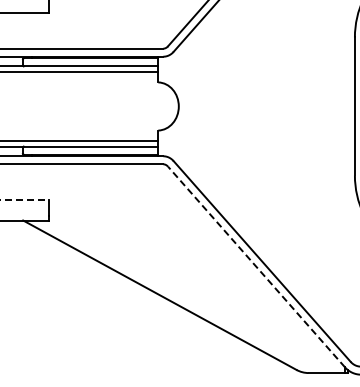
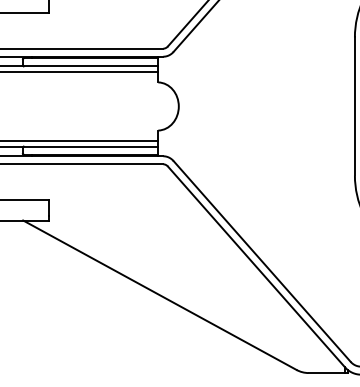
line at (25, 199): dashed -> solid
line at (256, 267): dashed -> solid
